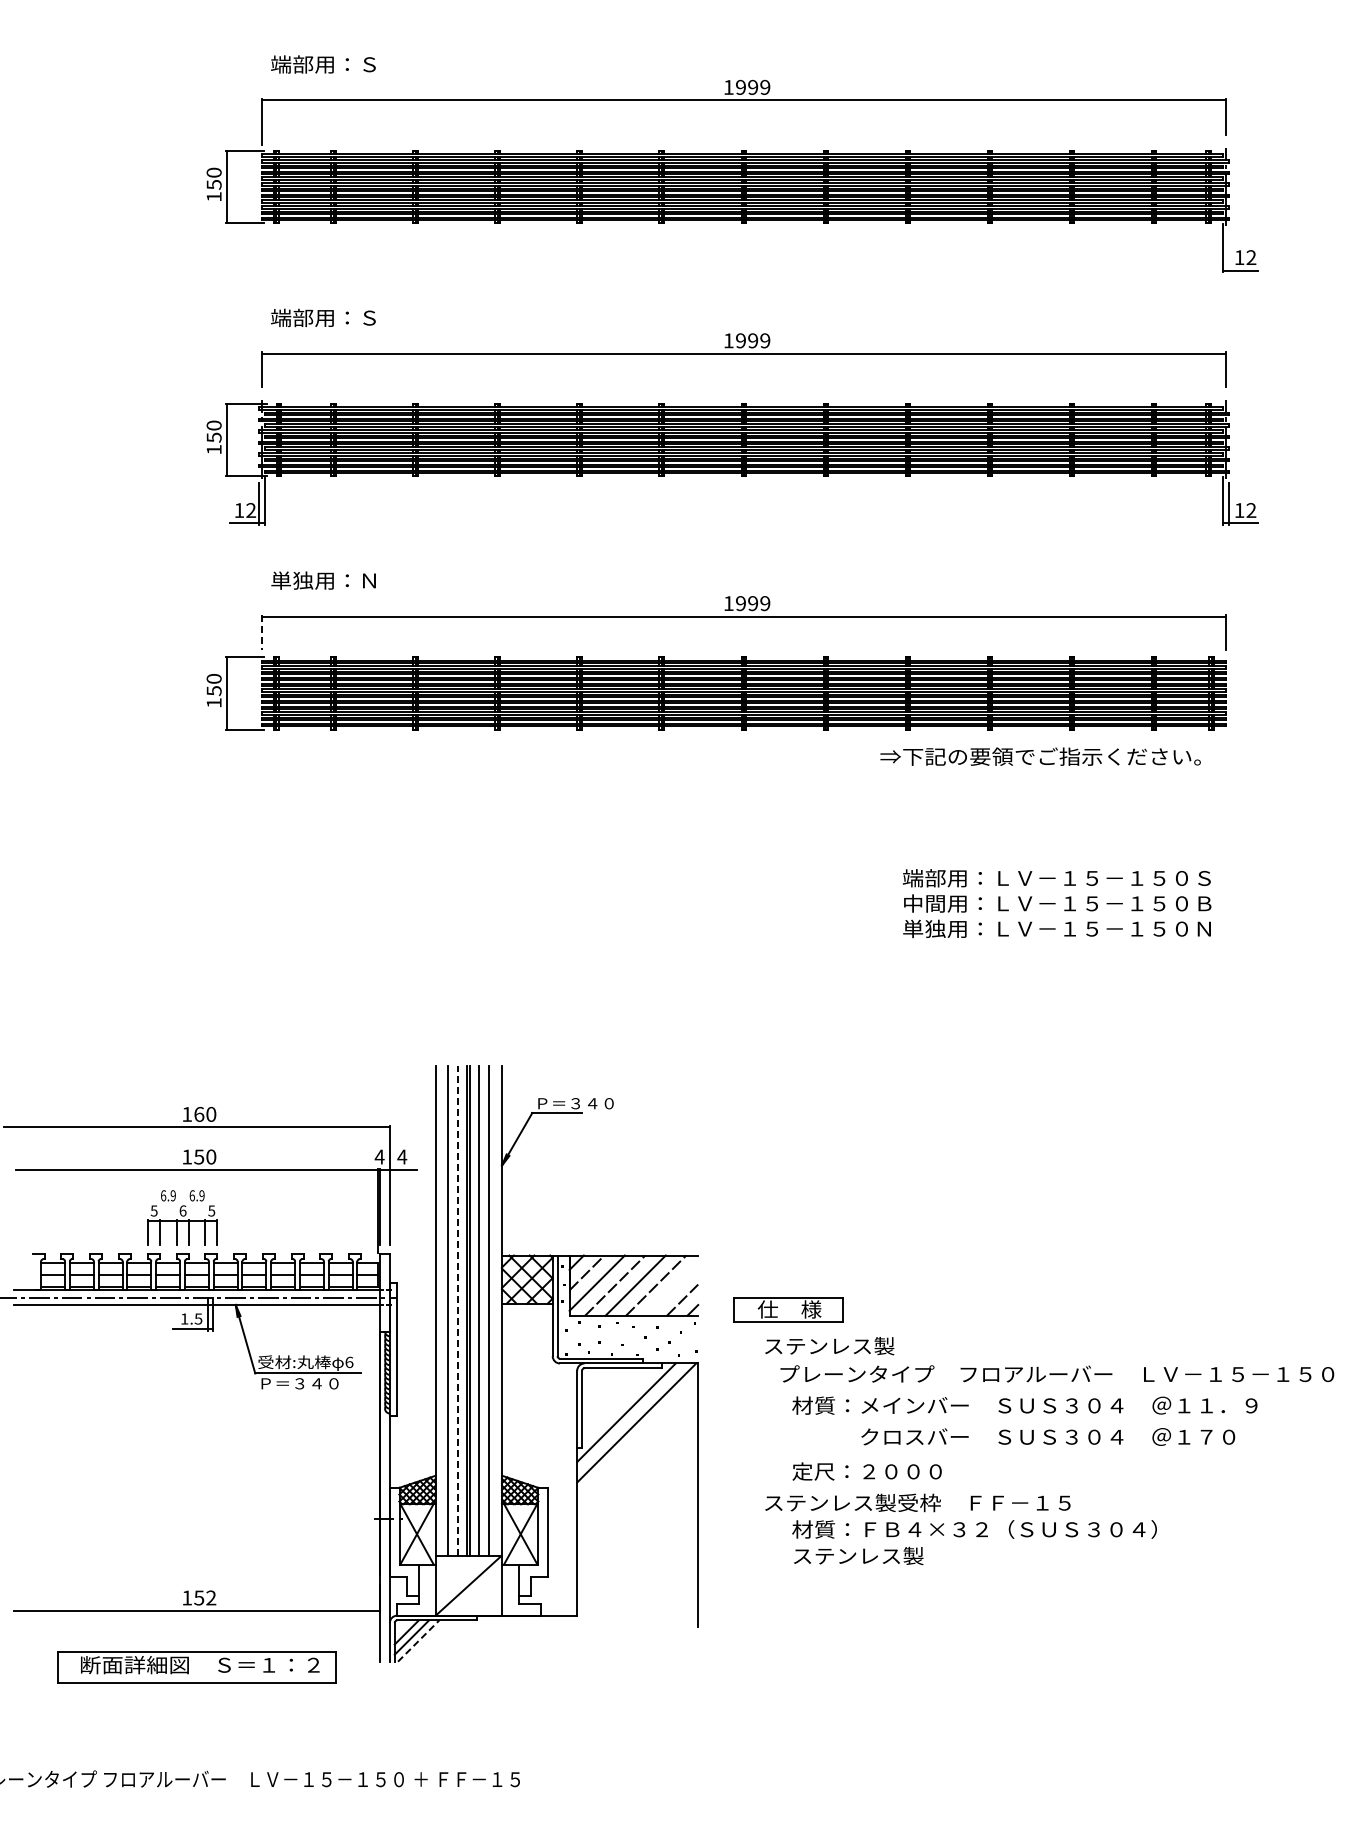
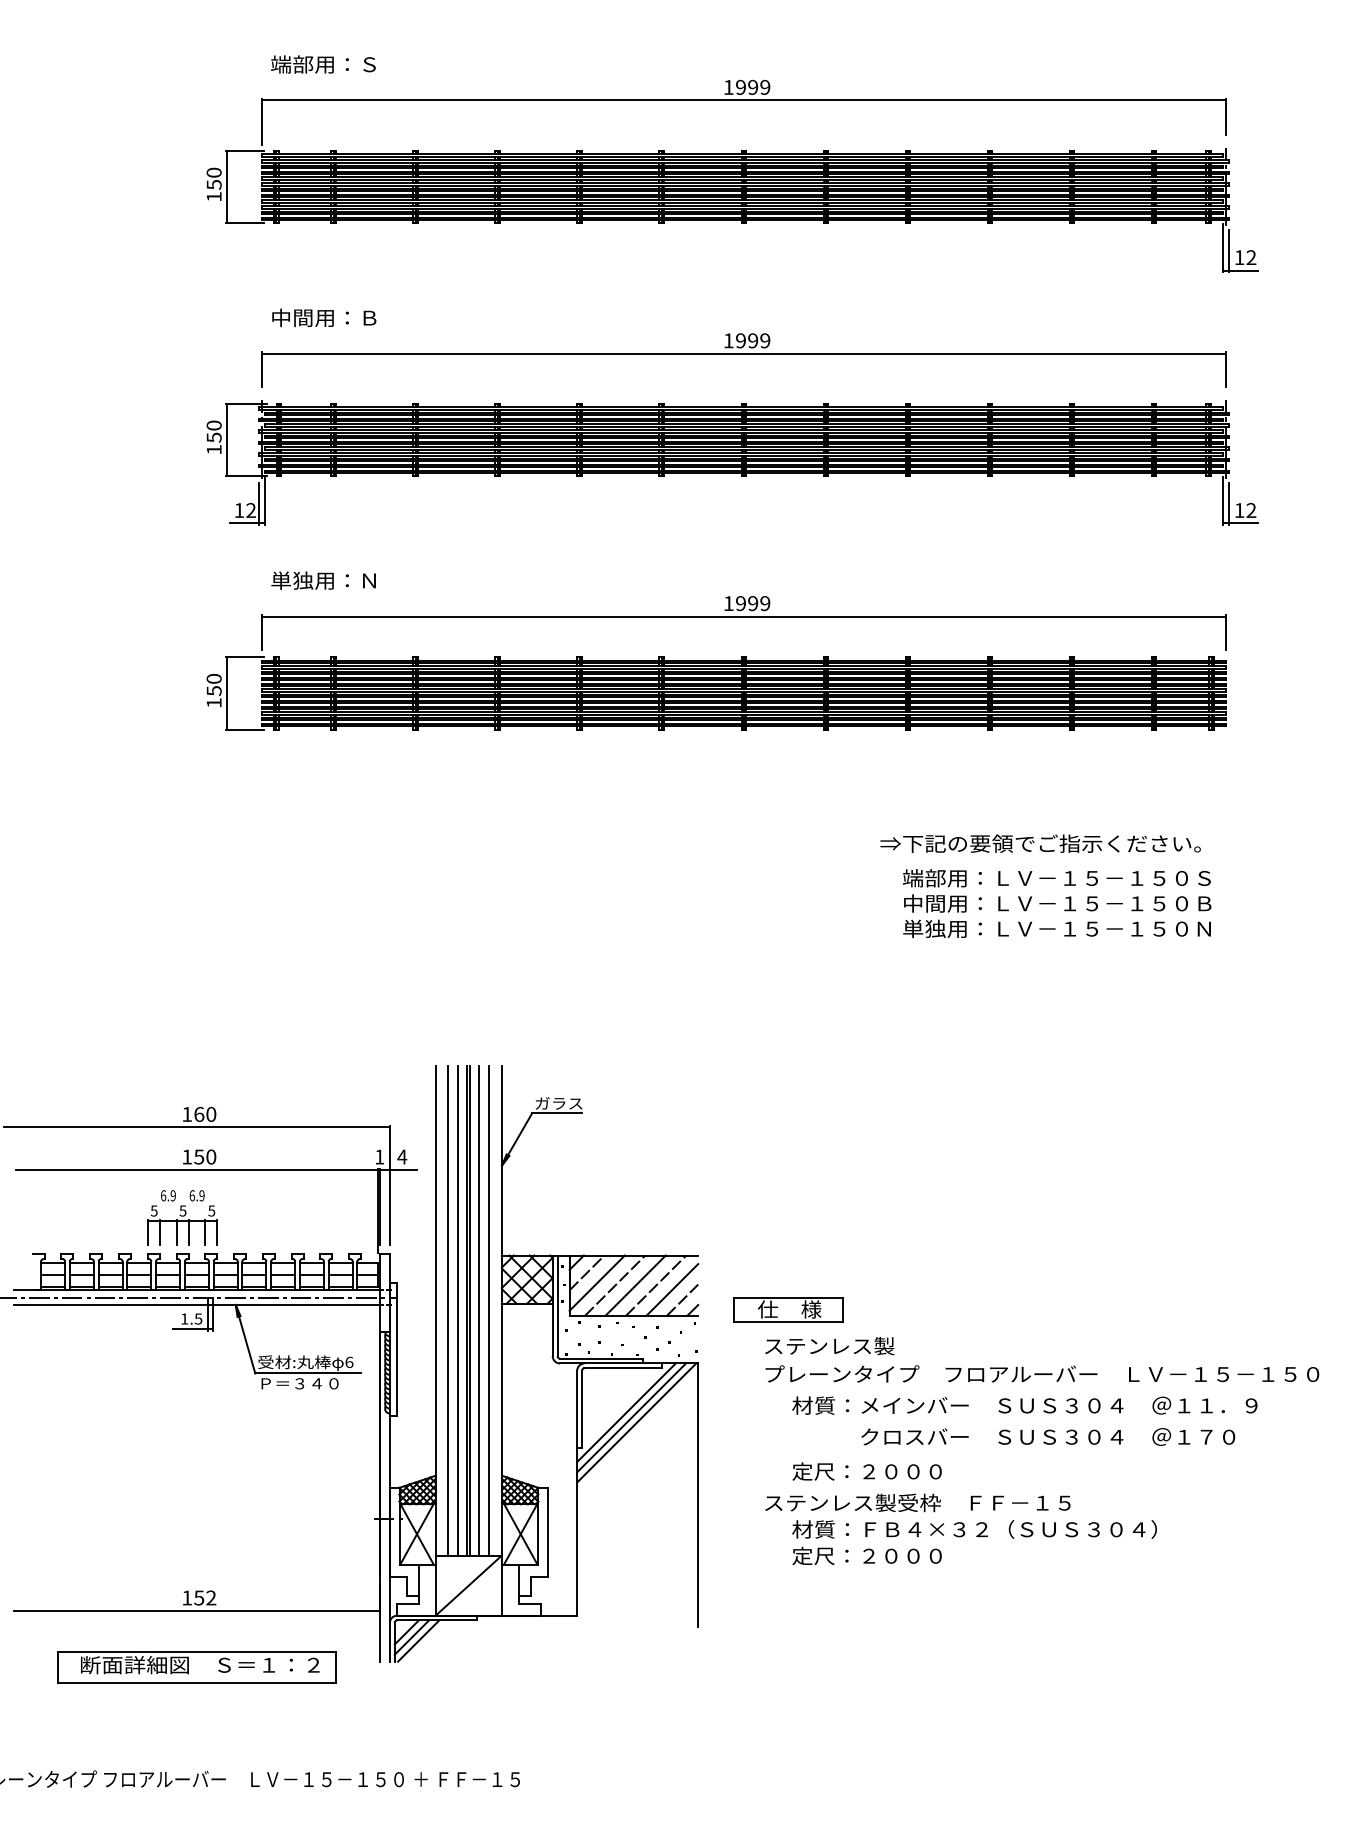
line at (1229, 250): none -> present
text at (323, 317): 端部用：Ｓ -> 中間用：Ｂ
line at (261, 633): dashed -> solid
text at (1040, 756) position: (1040, 756) -> (1040, 843)
text at (574, 1103): Ｐ＝３４０ -> ガラス
text at (379, 1156): 4 -> 1
text at (182, 1210): 6 -> 5
line at (672, 1289): none -> present
line at (457, 1310): dashed -> solid
text at (1057, 1373) position: (1057, 1373) -> (1042, 1373)
line at (631, 1417): none -> present
text at (866, 1555): ステンレス製 -> 定尺：２０００
line at (418, 1640): dashed -> solid
